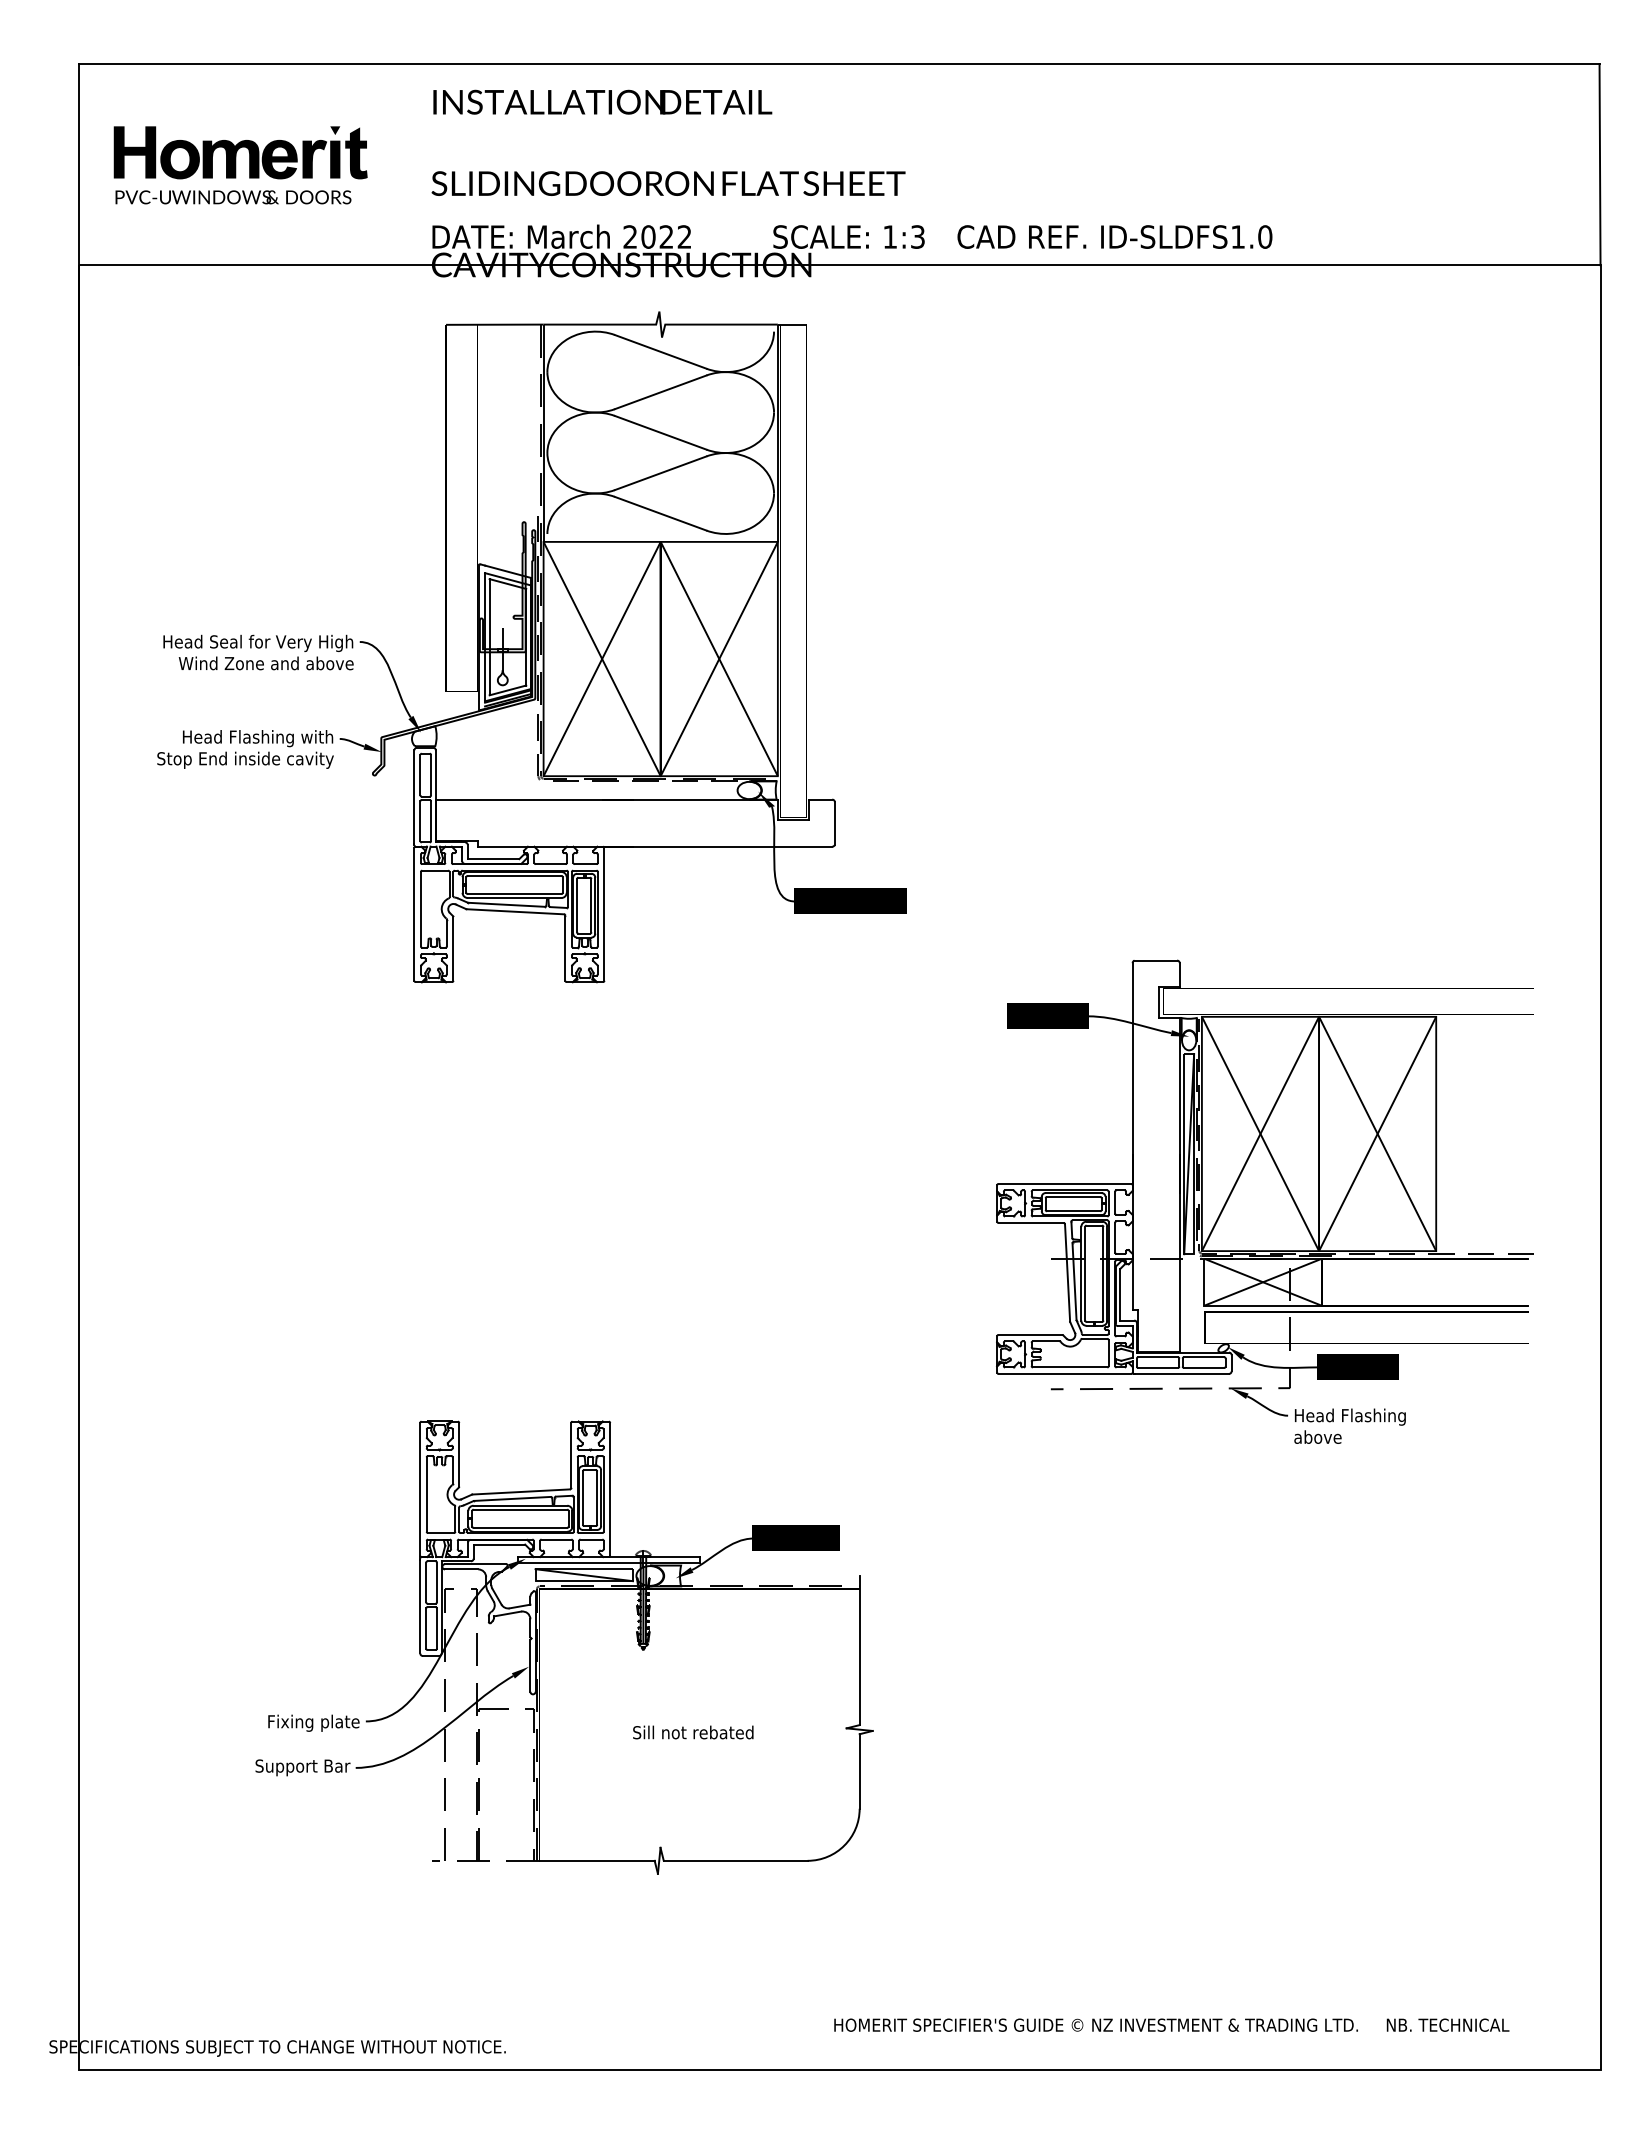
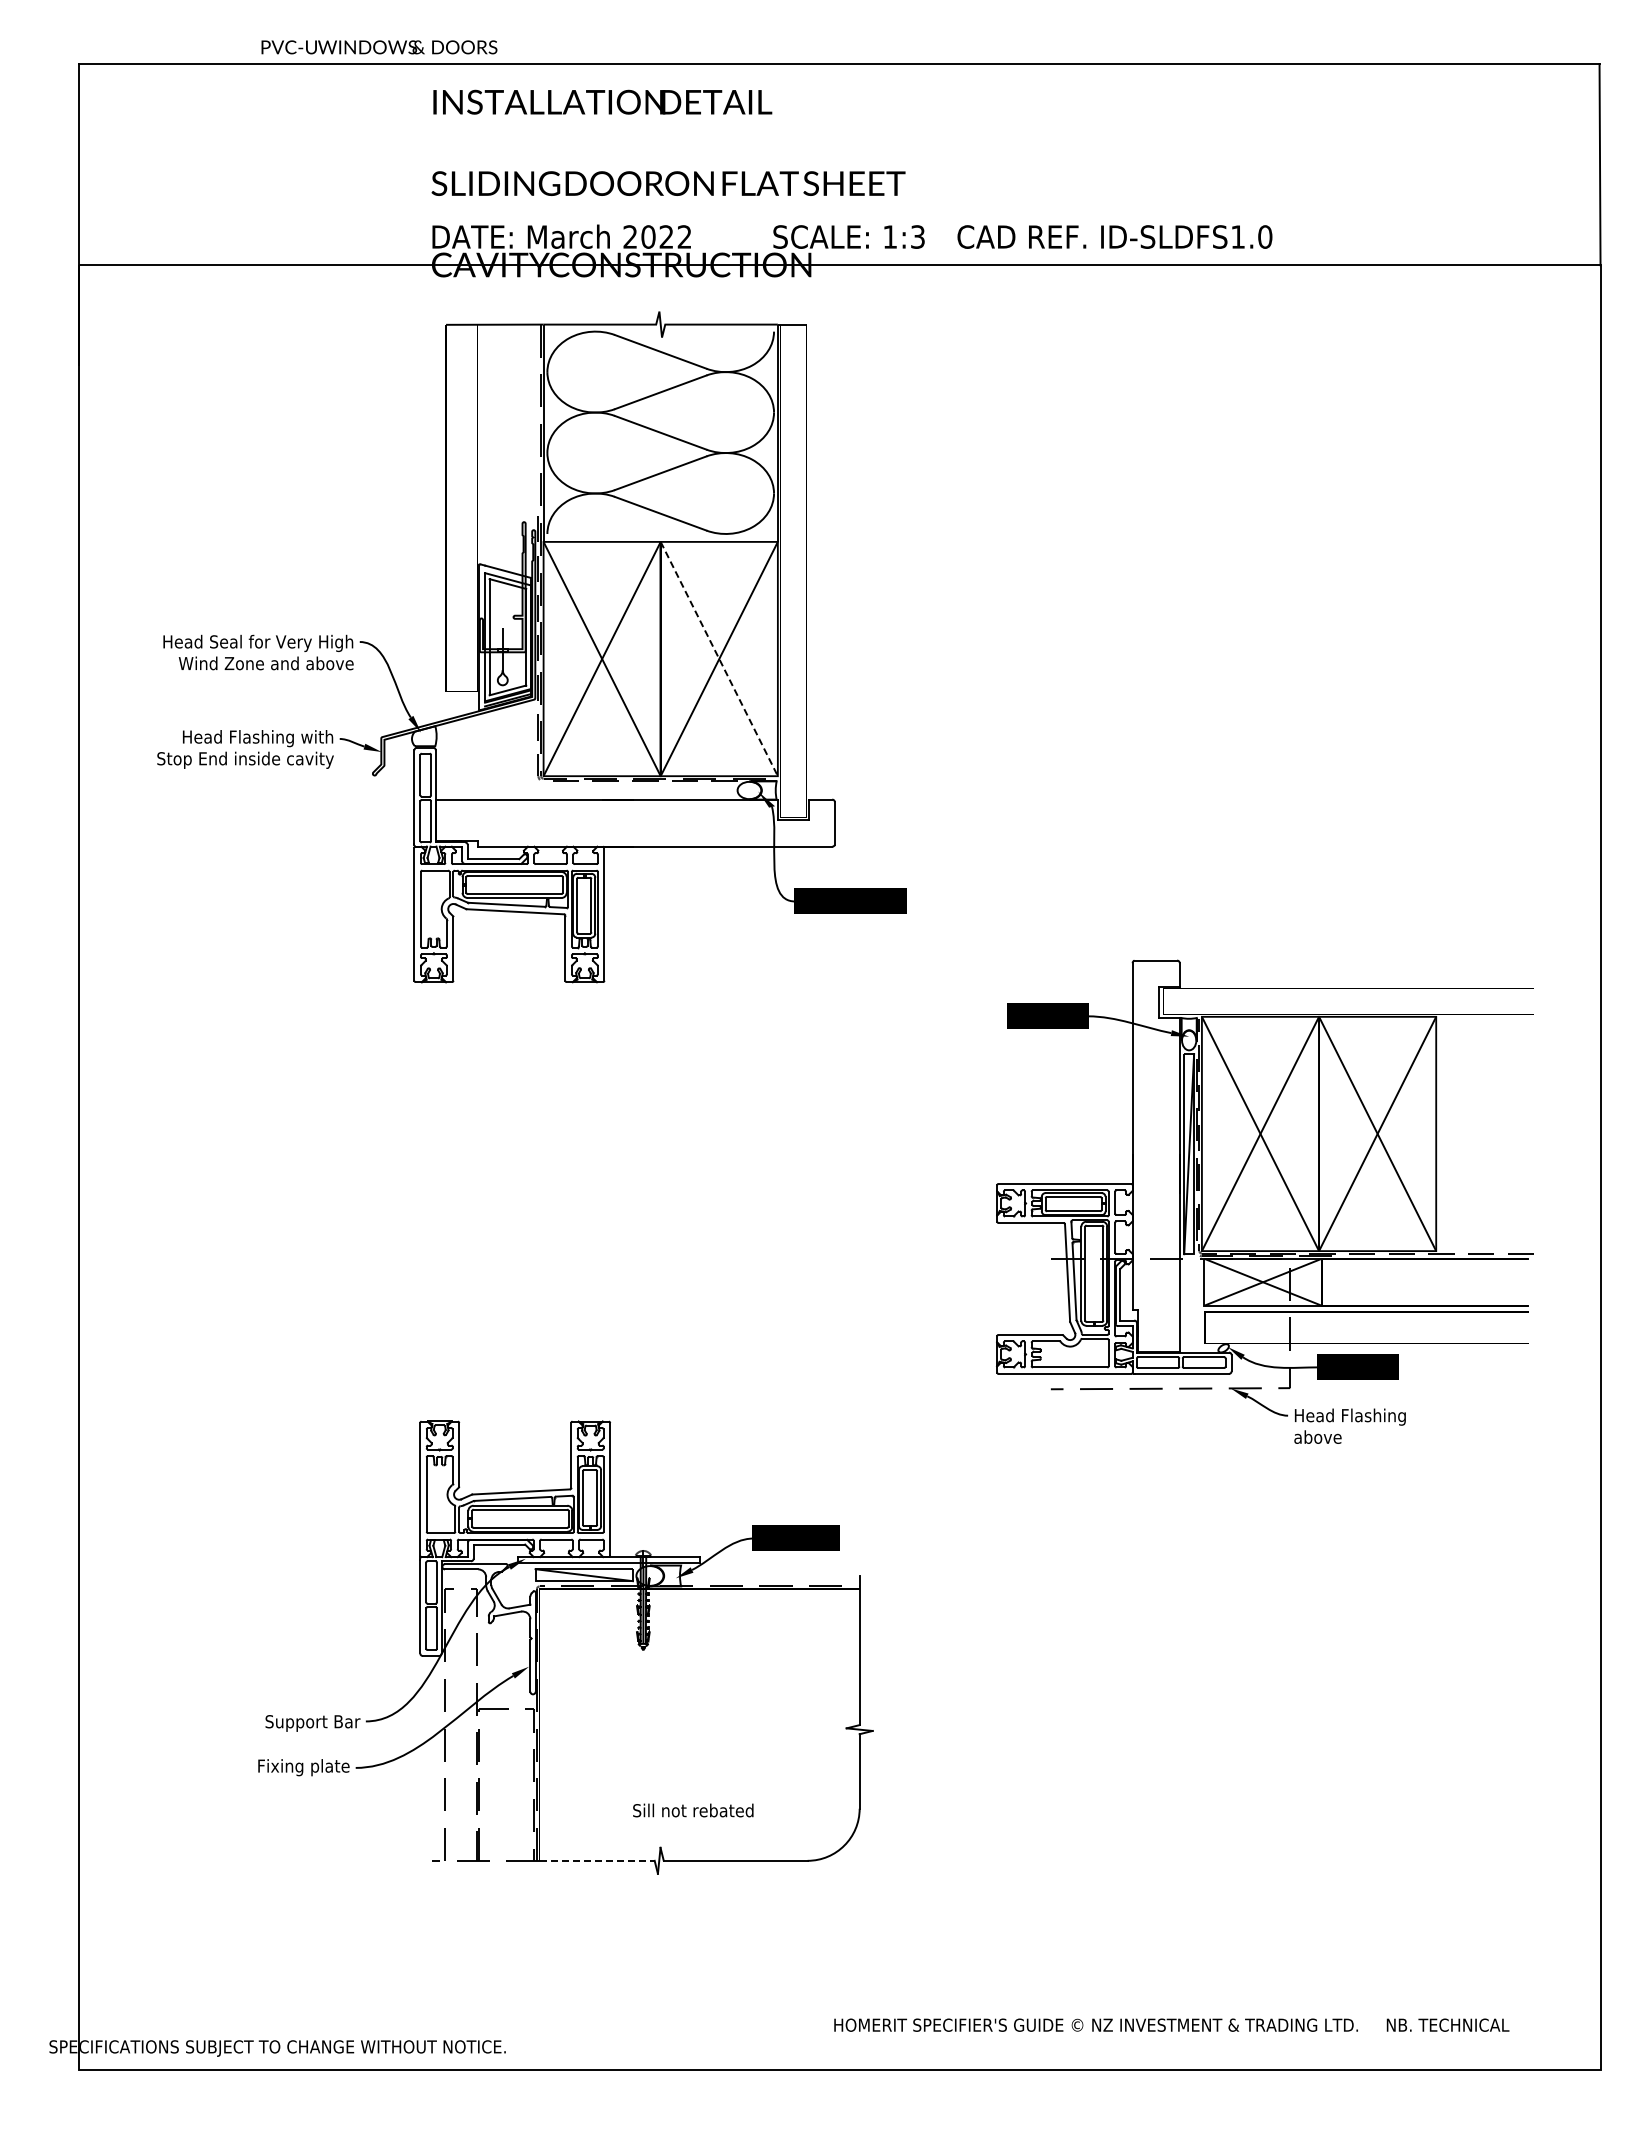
part at (240, 152): present -> none
text at (233, 197) position: (233, 197) -> (379, 47)
line at (719, 659): solid -> dashed
text at (312, 1722): Fixing plate -> Support Bar
text at (693, 1732) position: (693, 1732) -> (693, 1810)
text at (302, 1767): Support Bar -> Fixing plate
line at (597, 1860): solid -> dashed
